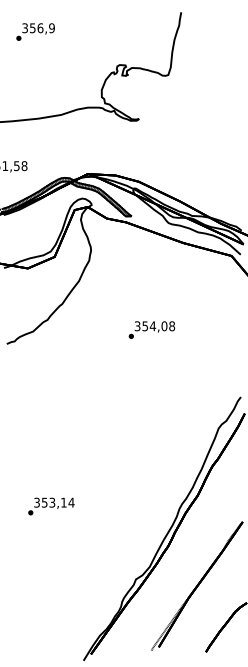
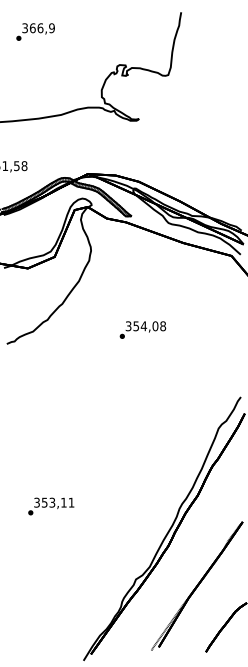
text at (32, 28): 356,9 -> 366,9
text at (151, 329) position: (151, 329) -> (142, 329)
text at (71, 502): 353,14 -> 353,11
